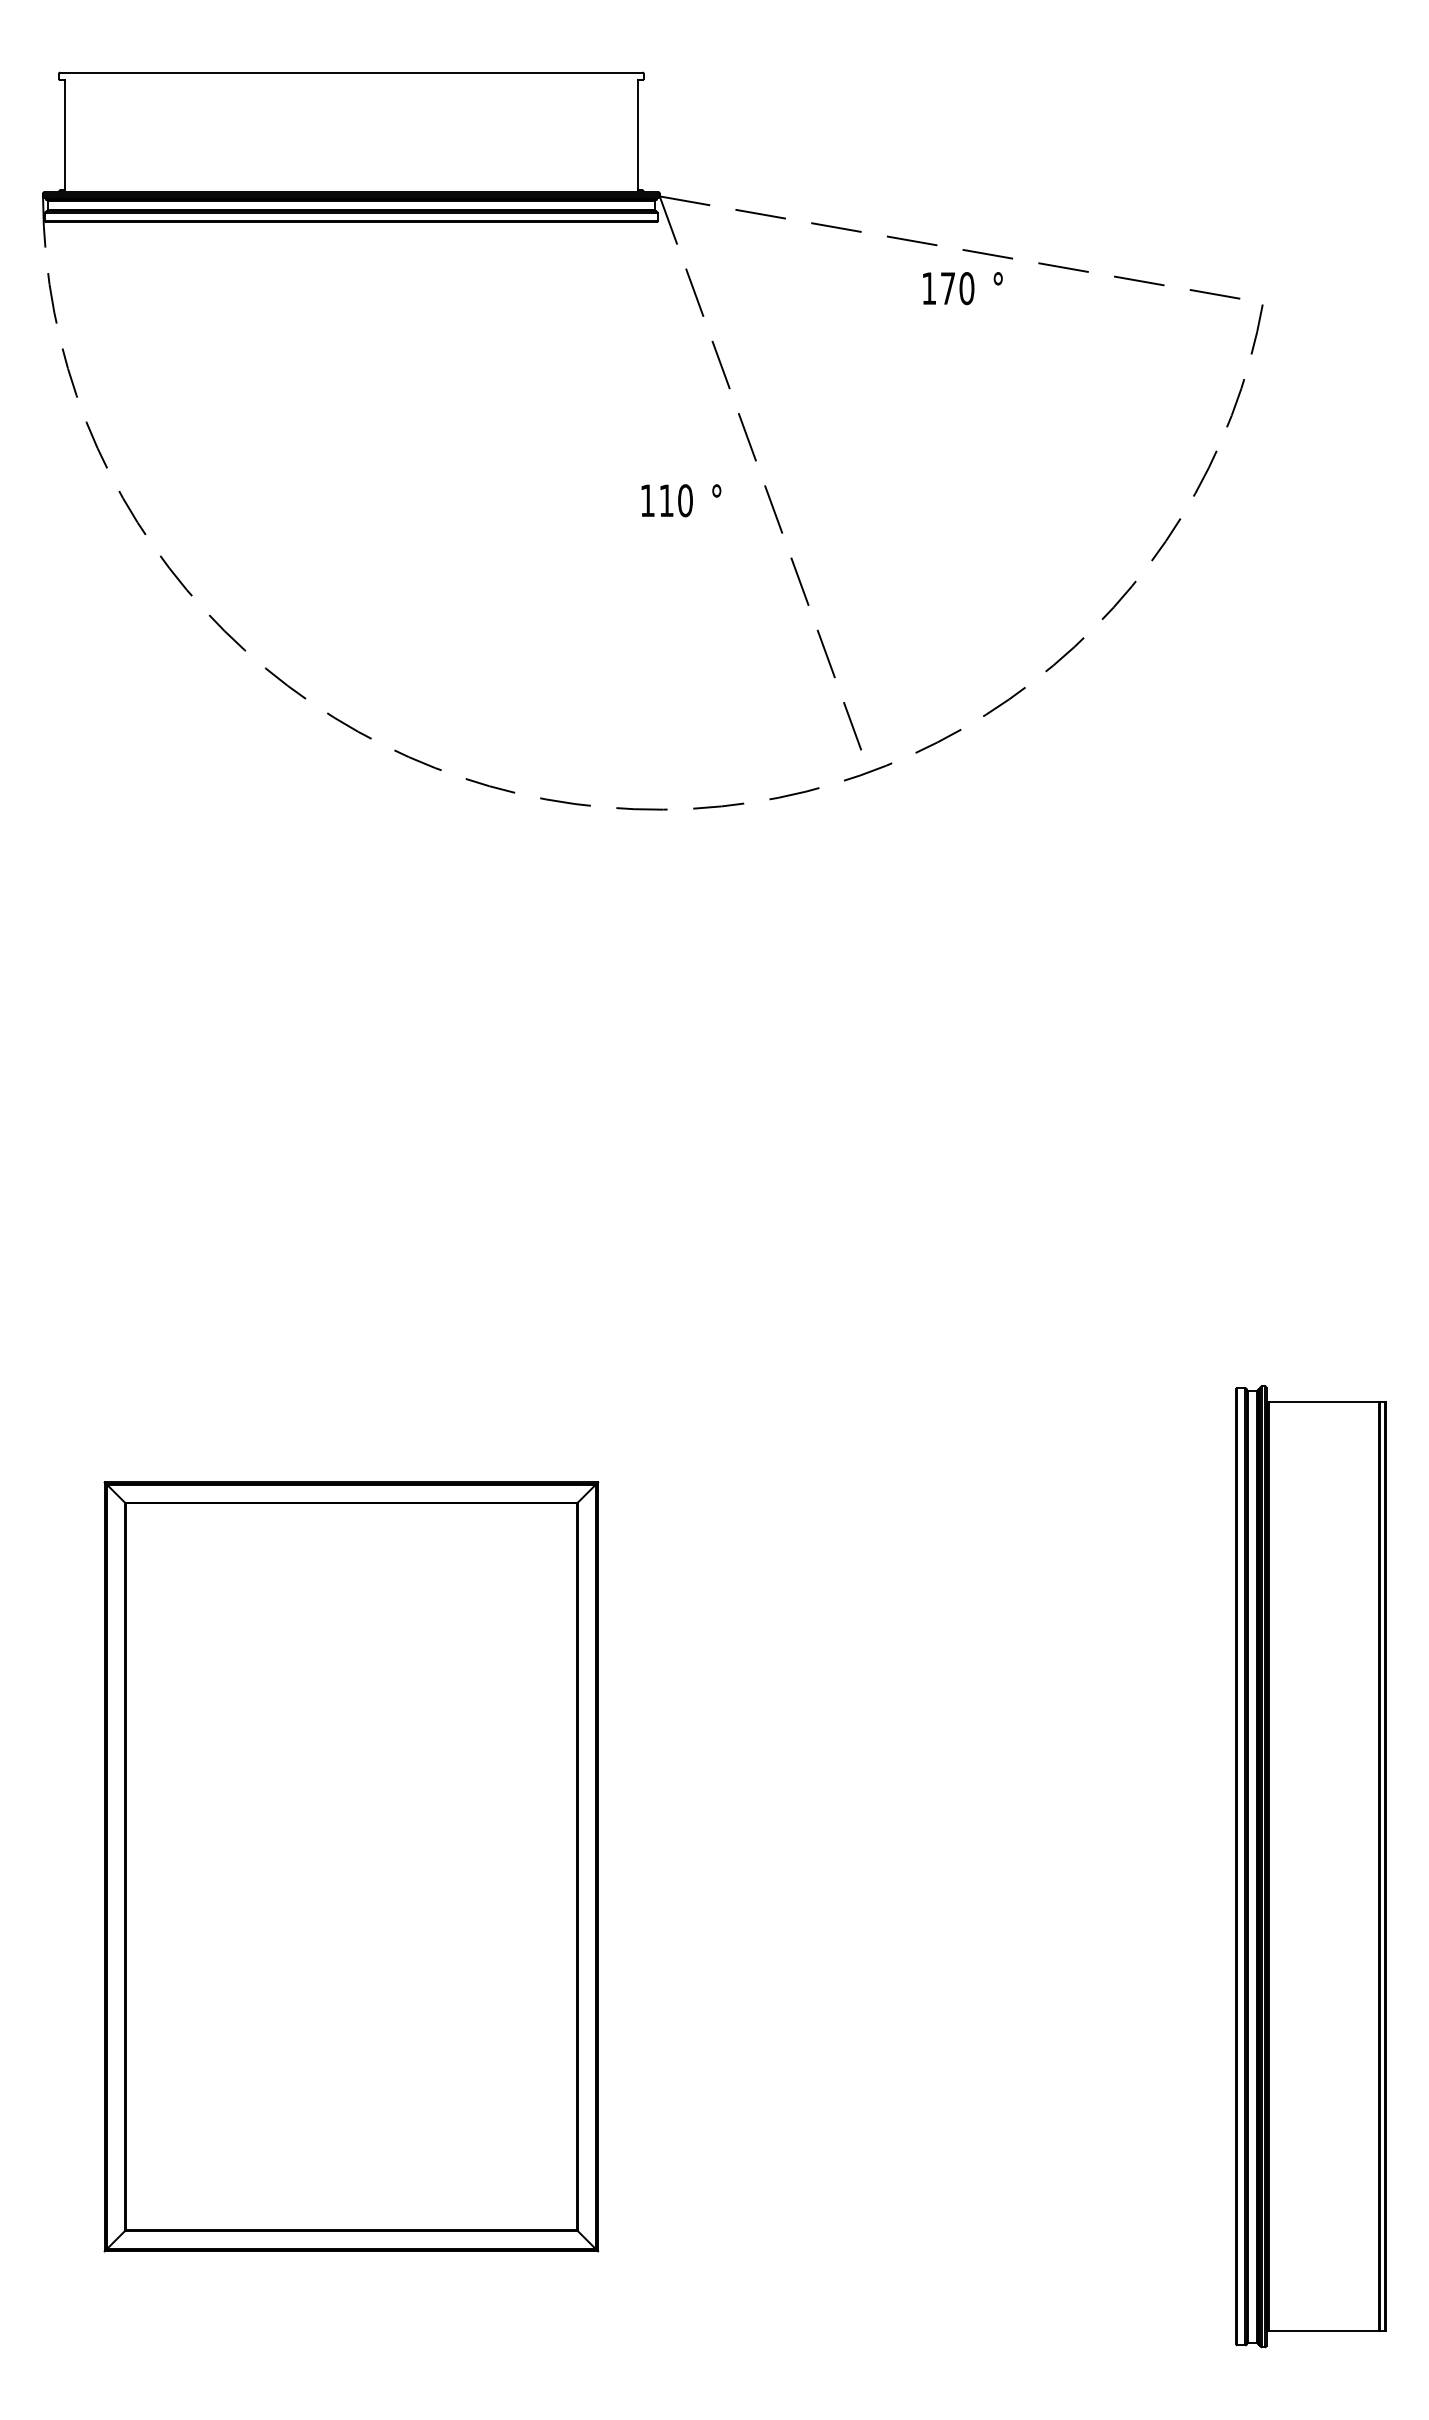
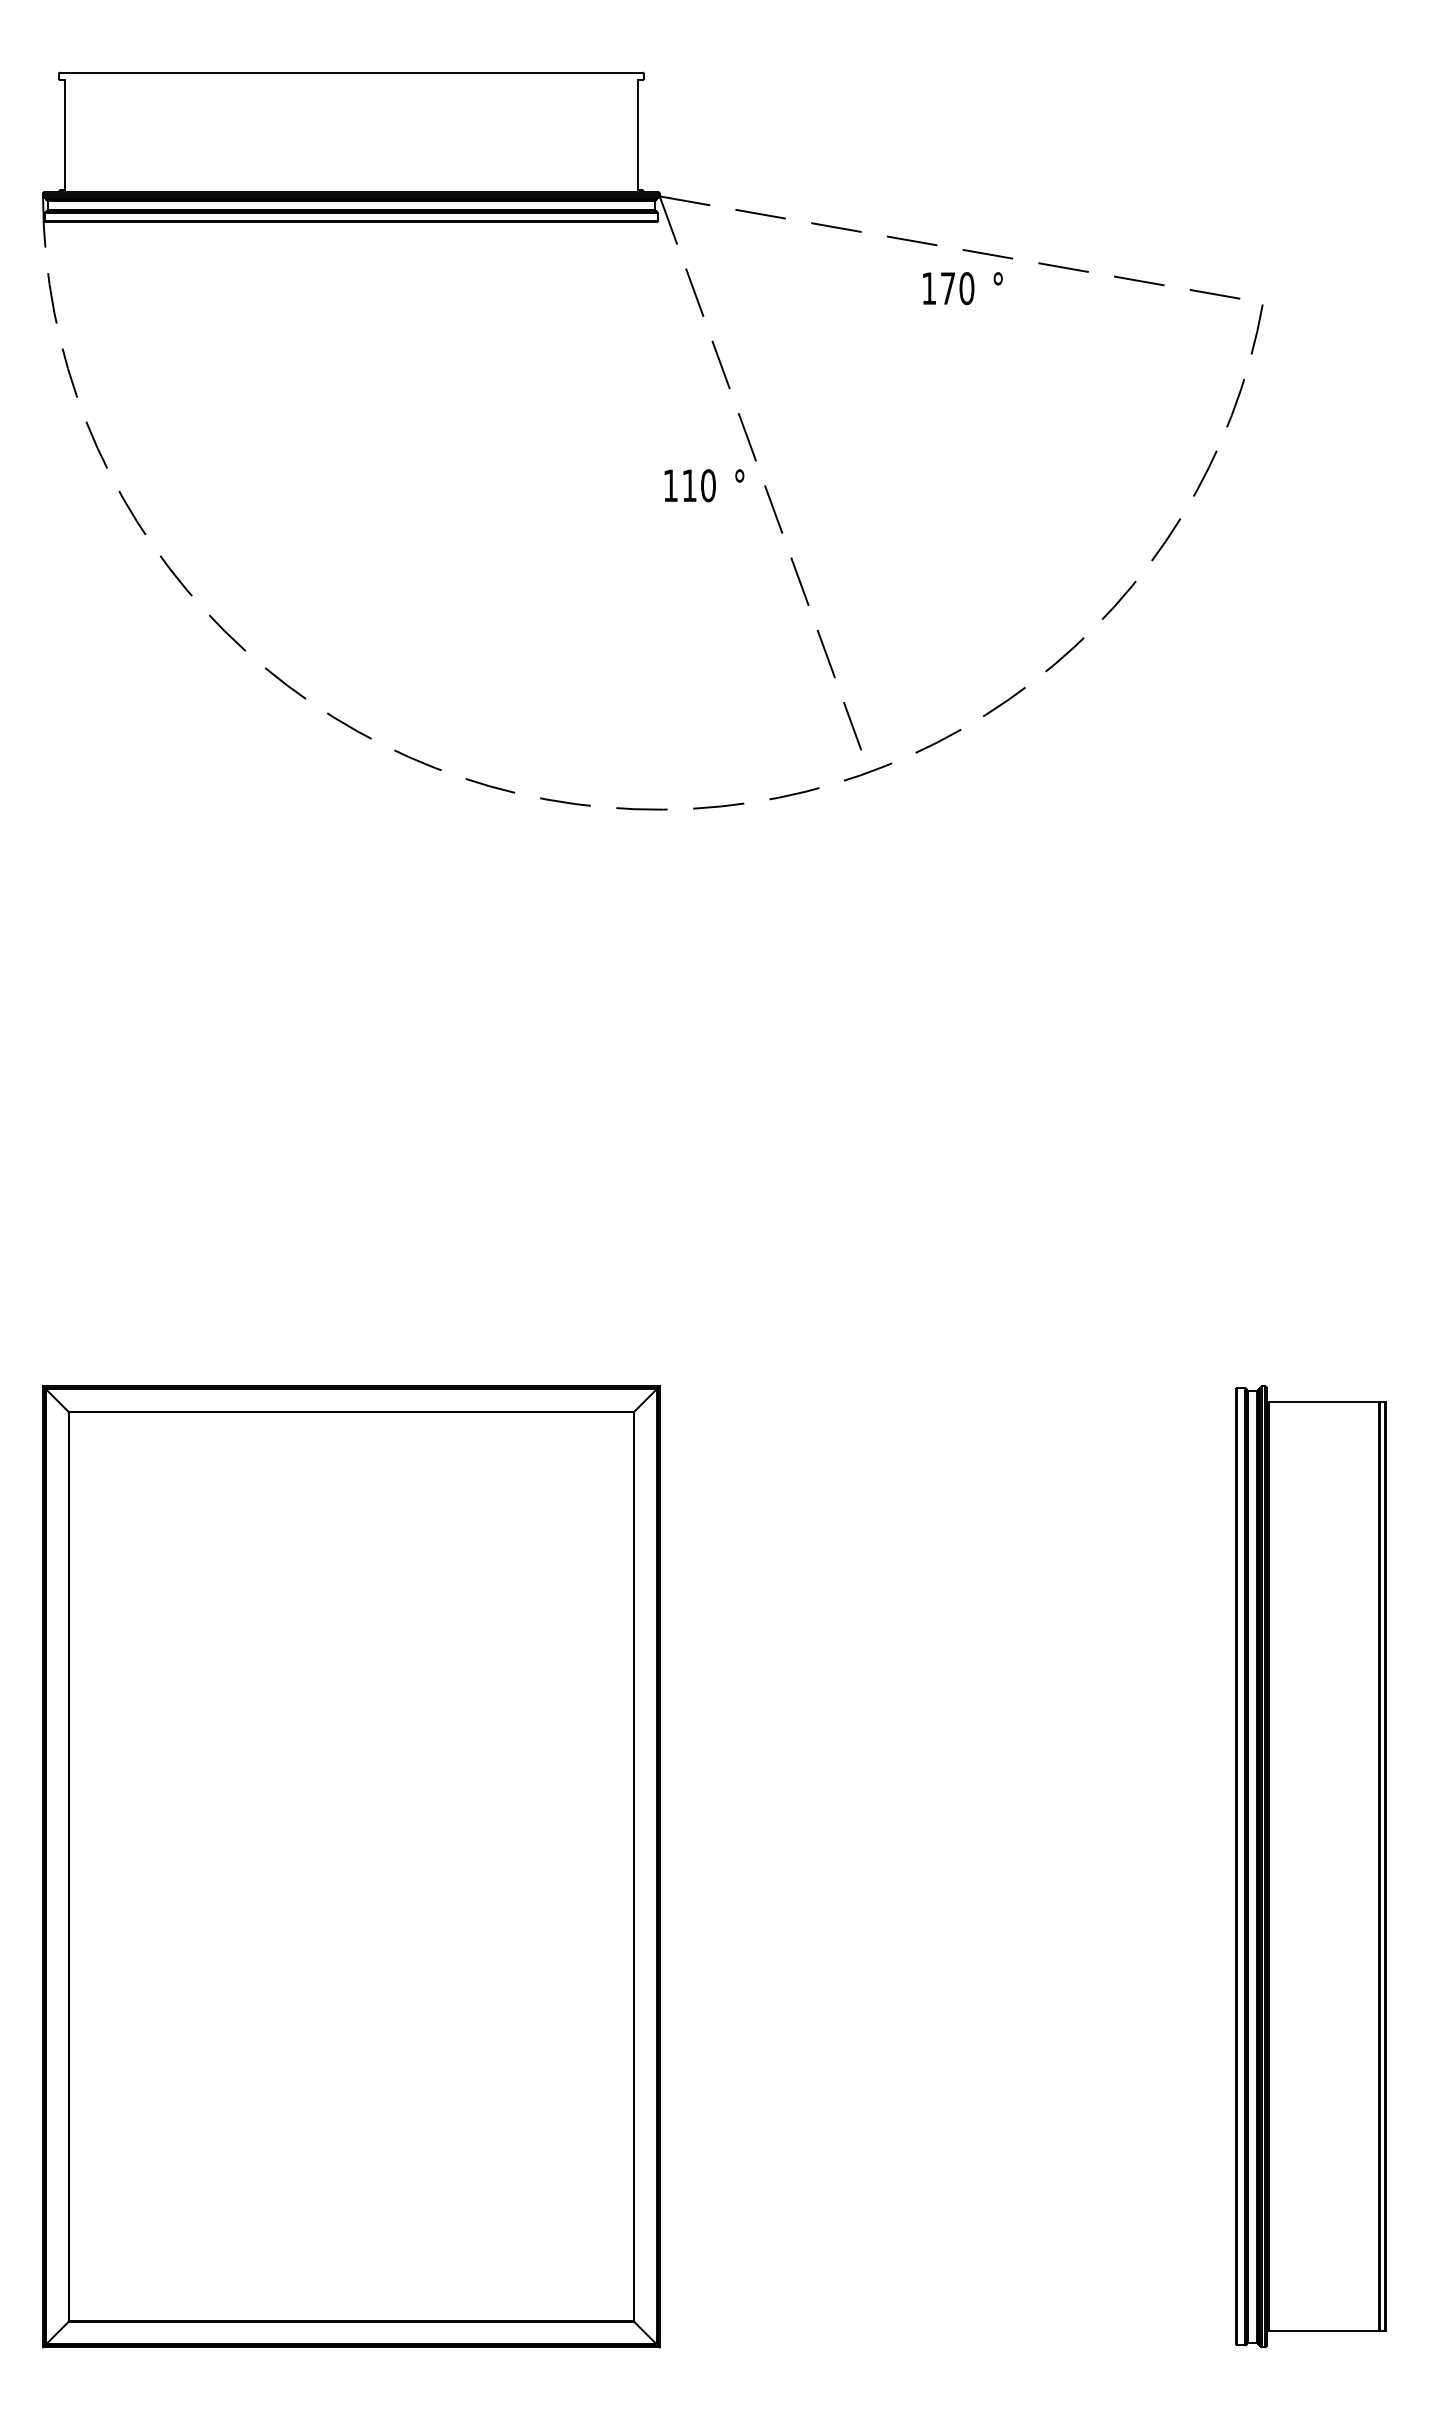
text at (681, 500) position: (681, 500) -> (704, 485)
part at (351, 1866) size: 497x772 px -> 619x964 px
